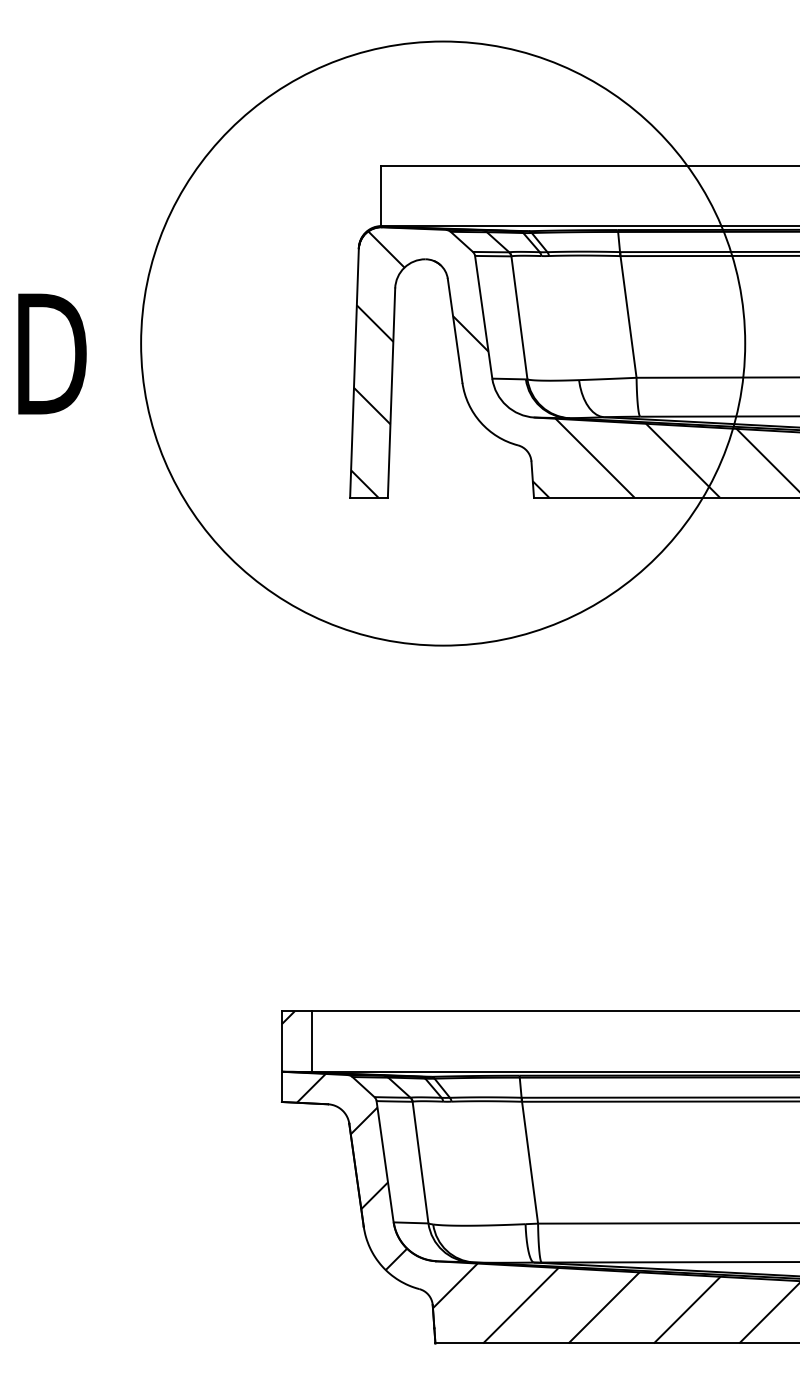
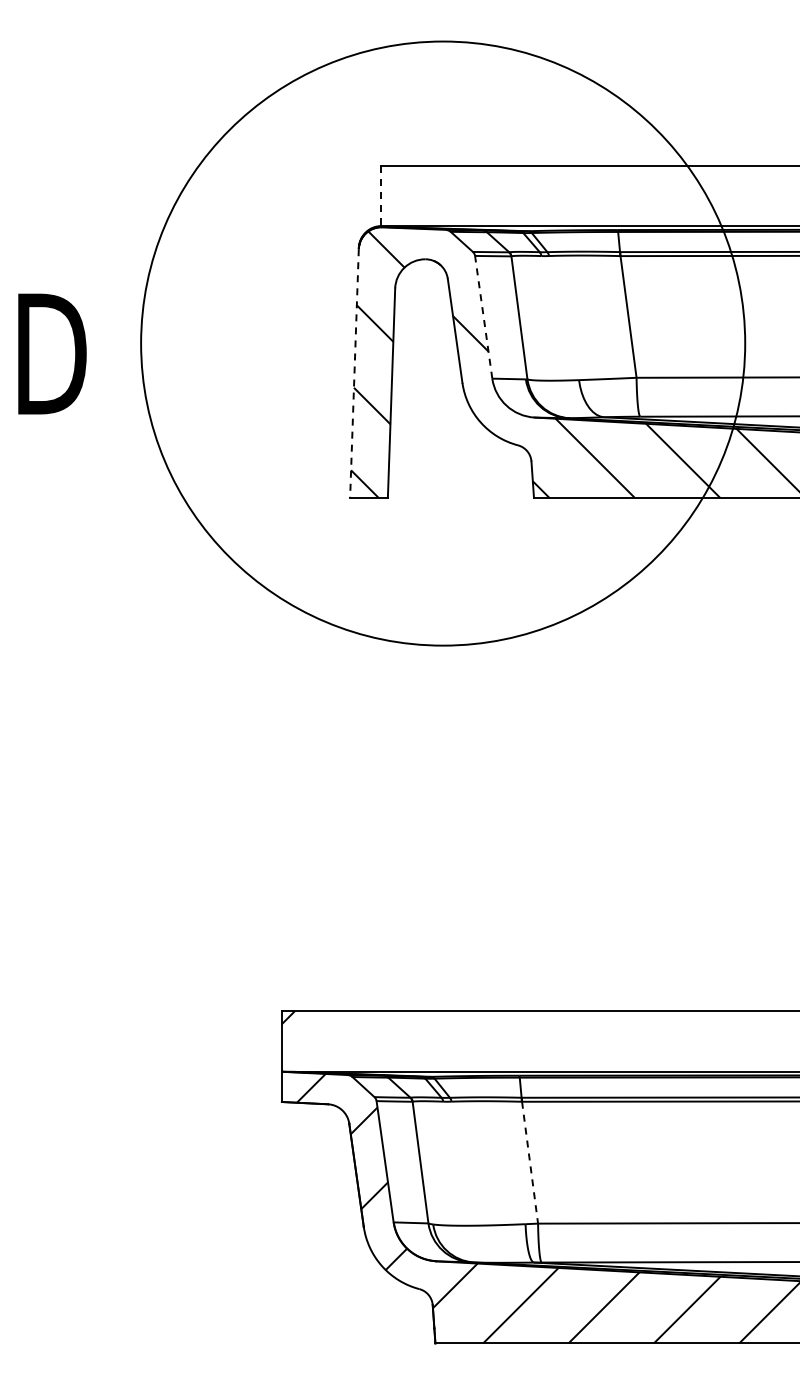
line at (381, 196): solid -> dashed
line at (483, 317): solid -> dashed
line at (354, 373): solid -> dashed
line at (312, 1042): present -> none
line at (530, 1162): solid -> dashed
